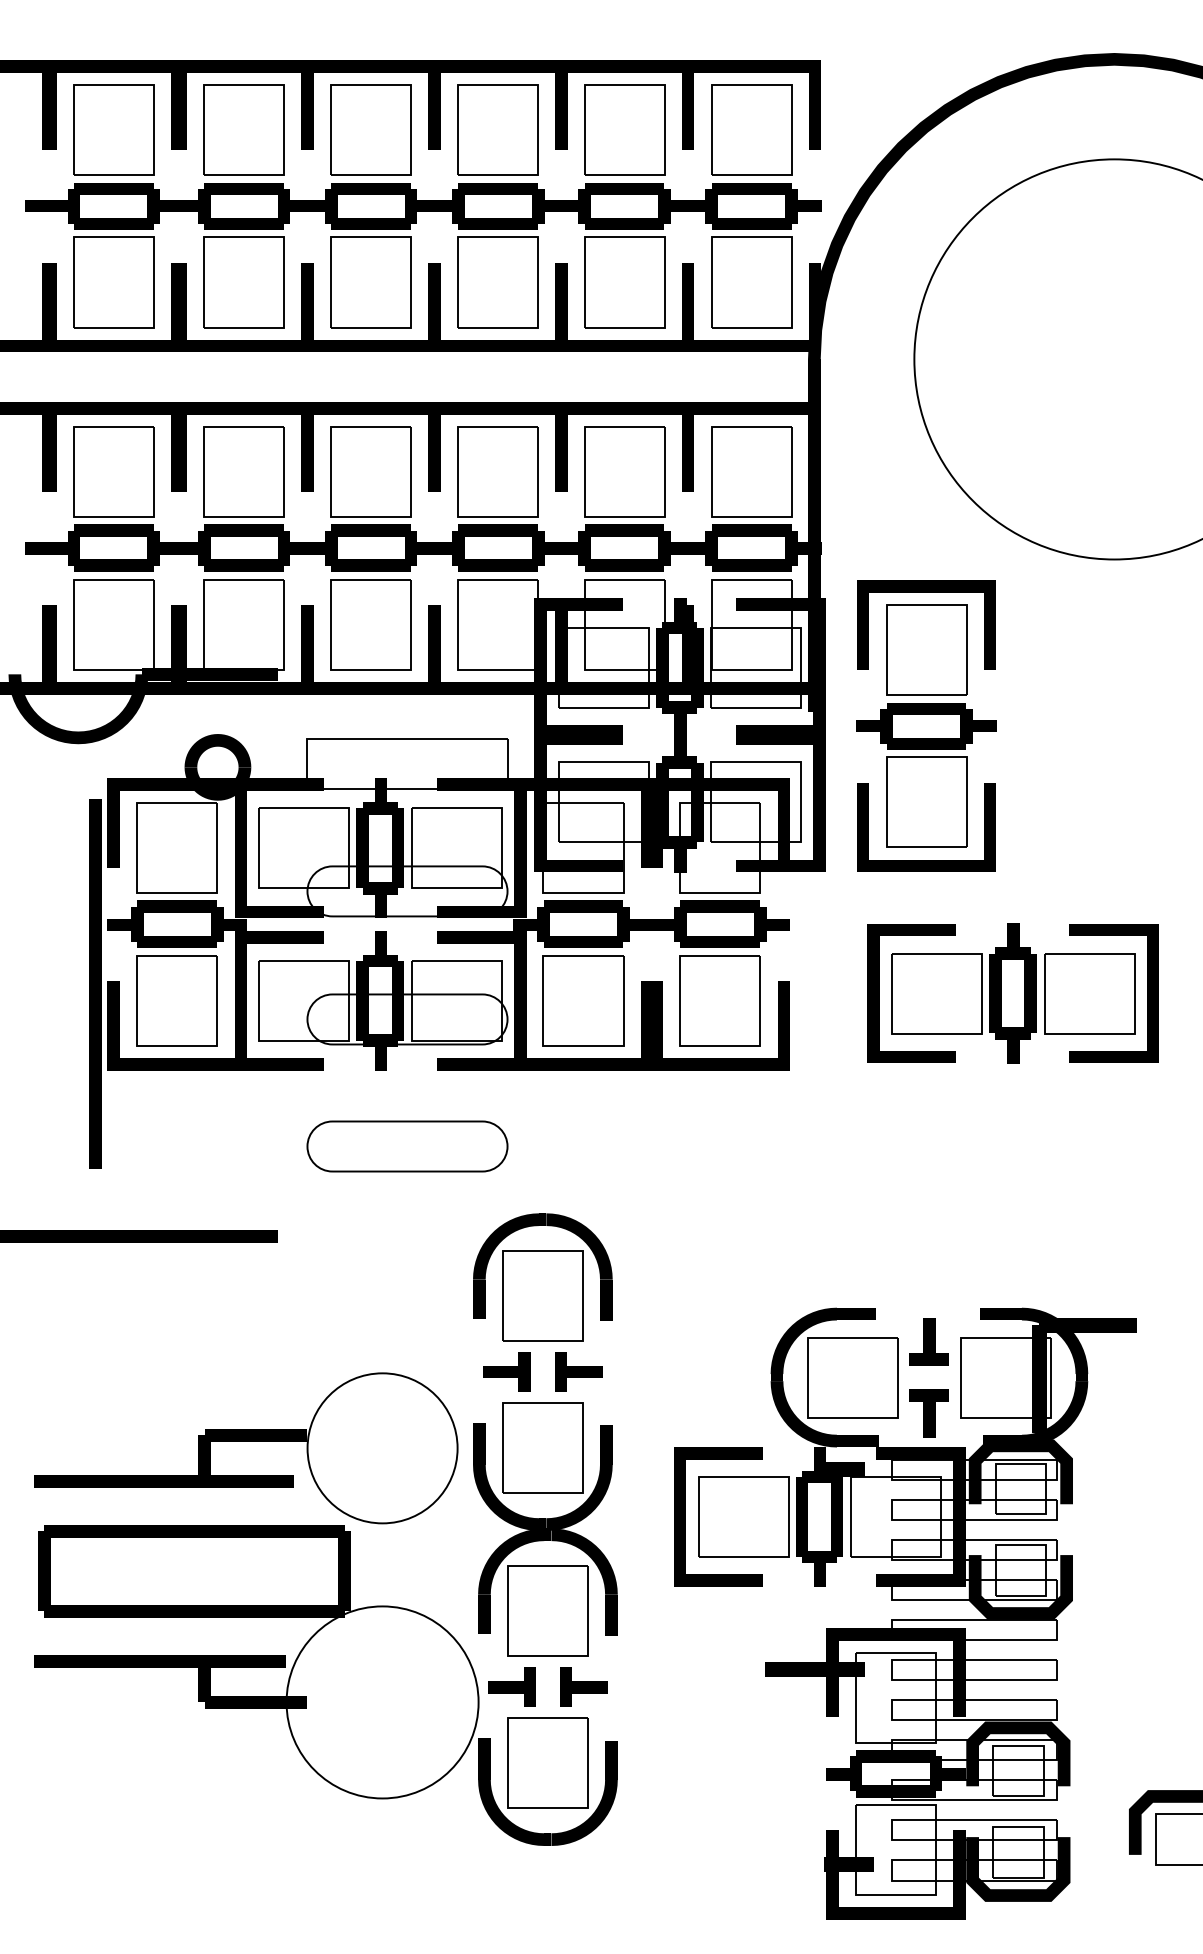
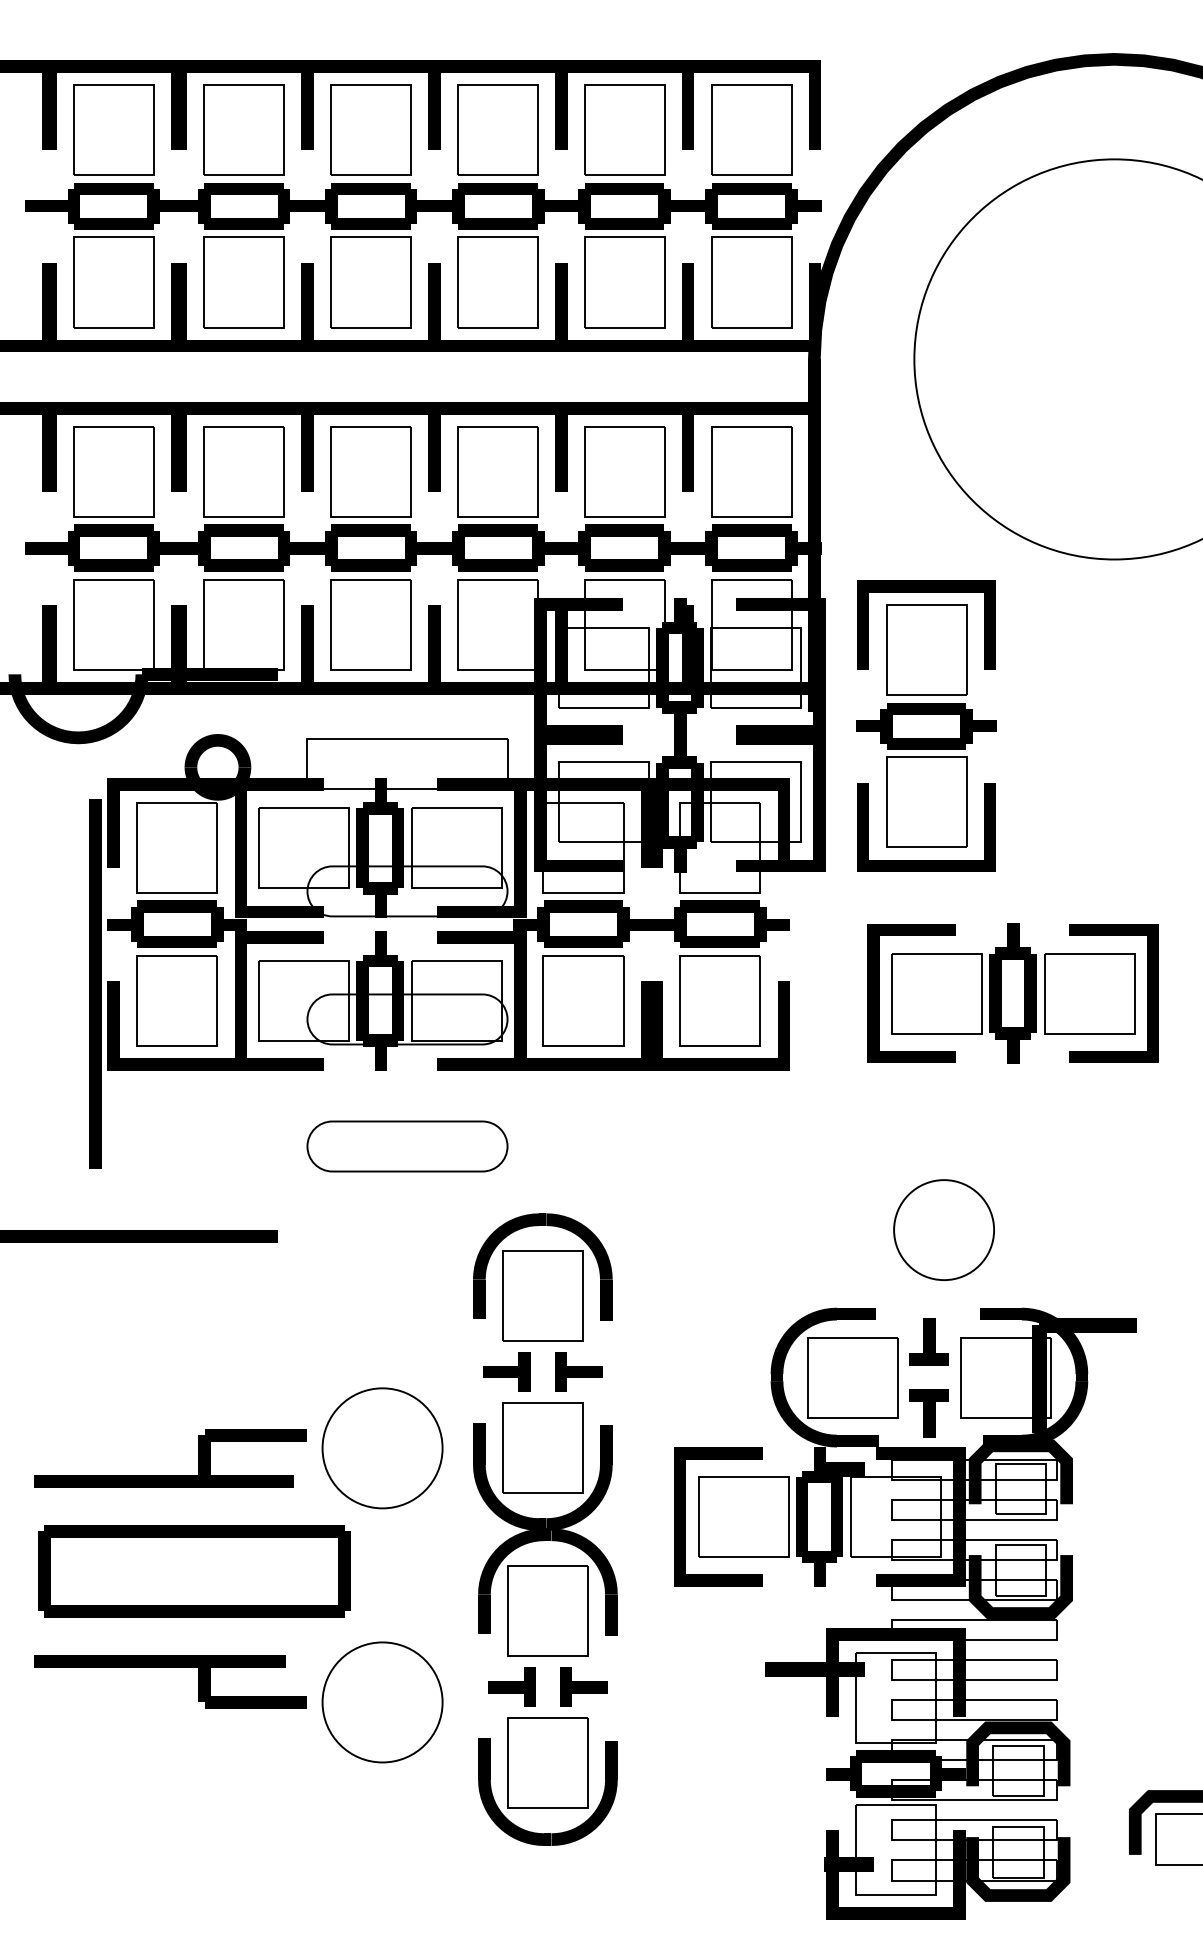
circle at (943, 1229): none -> present
circle at (382, 1448) diameter: 150 px -> 120 px
circle at (382, 1702) diameter: 192 px -> 120 px
